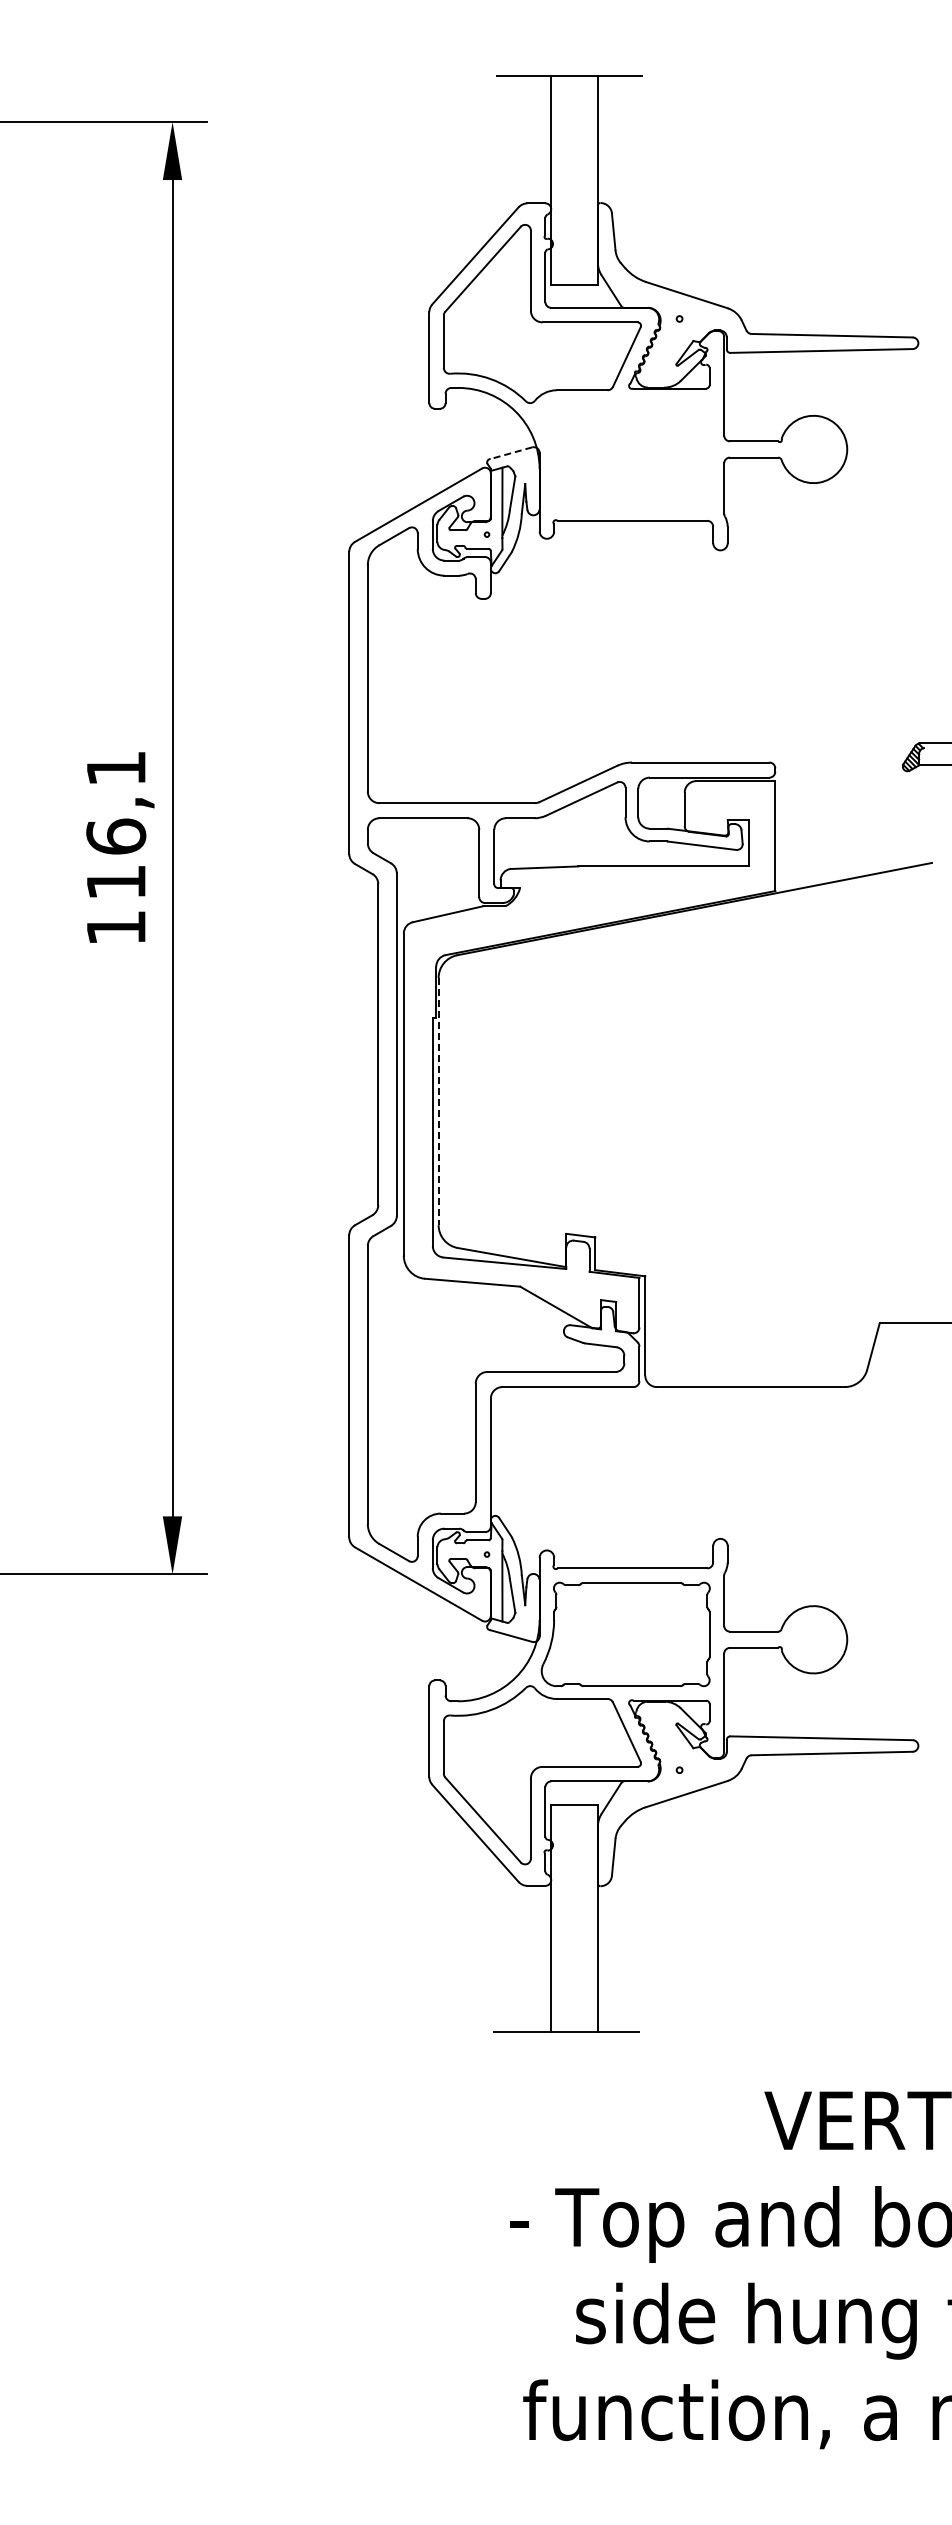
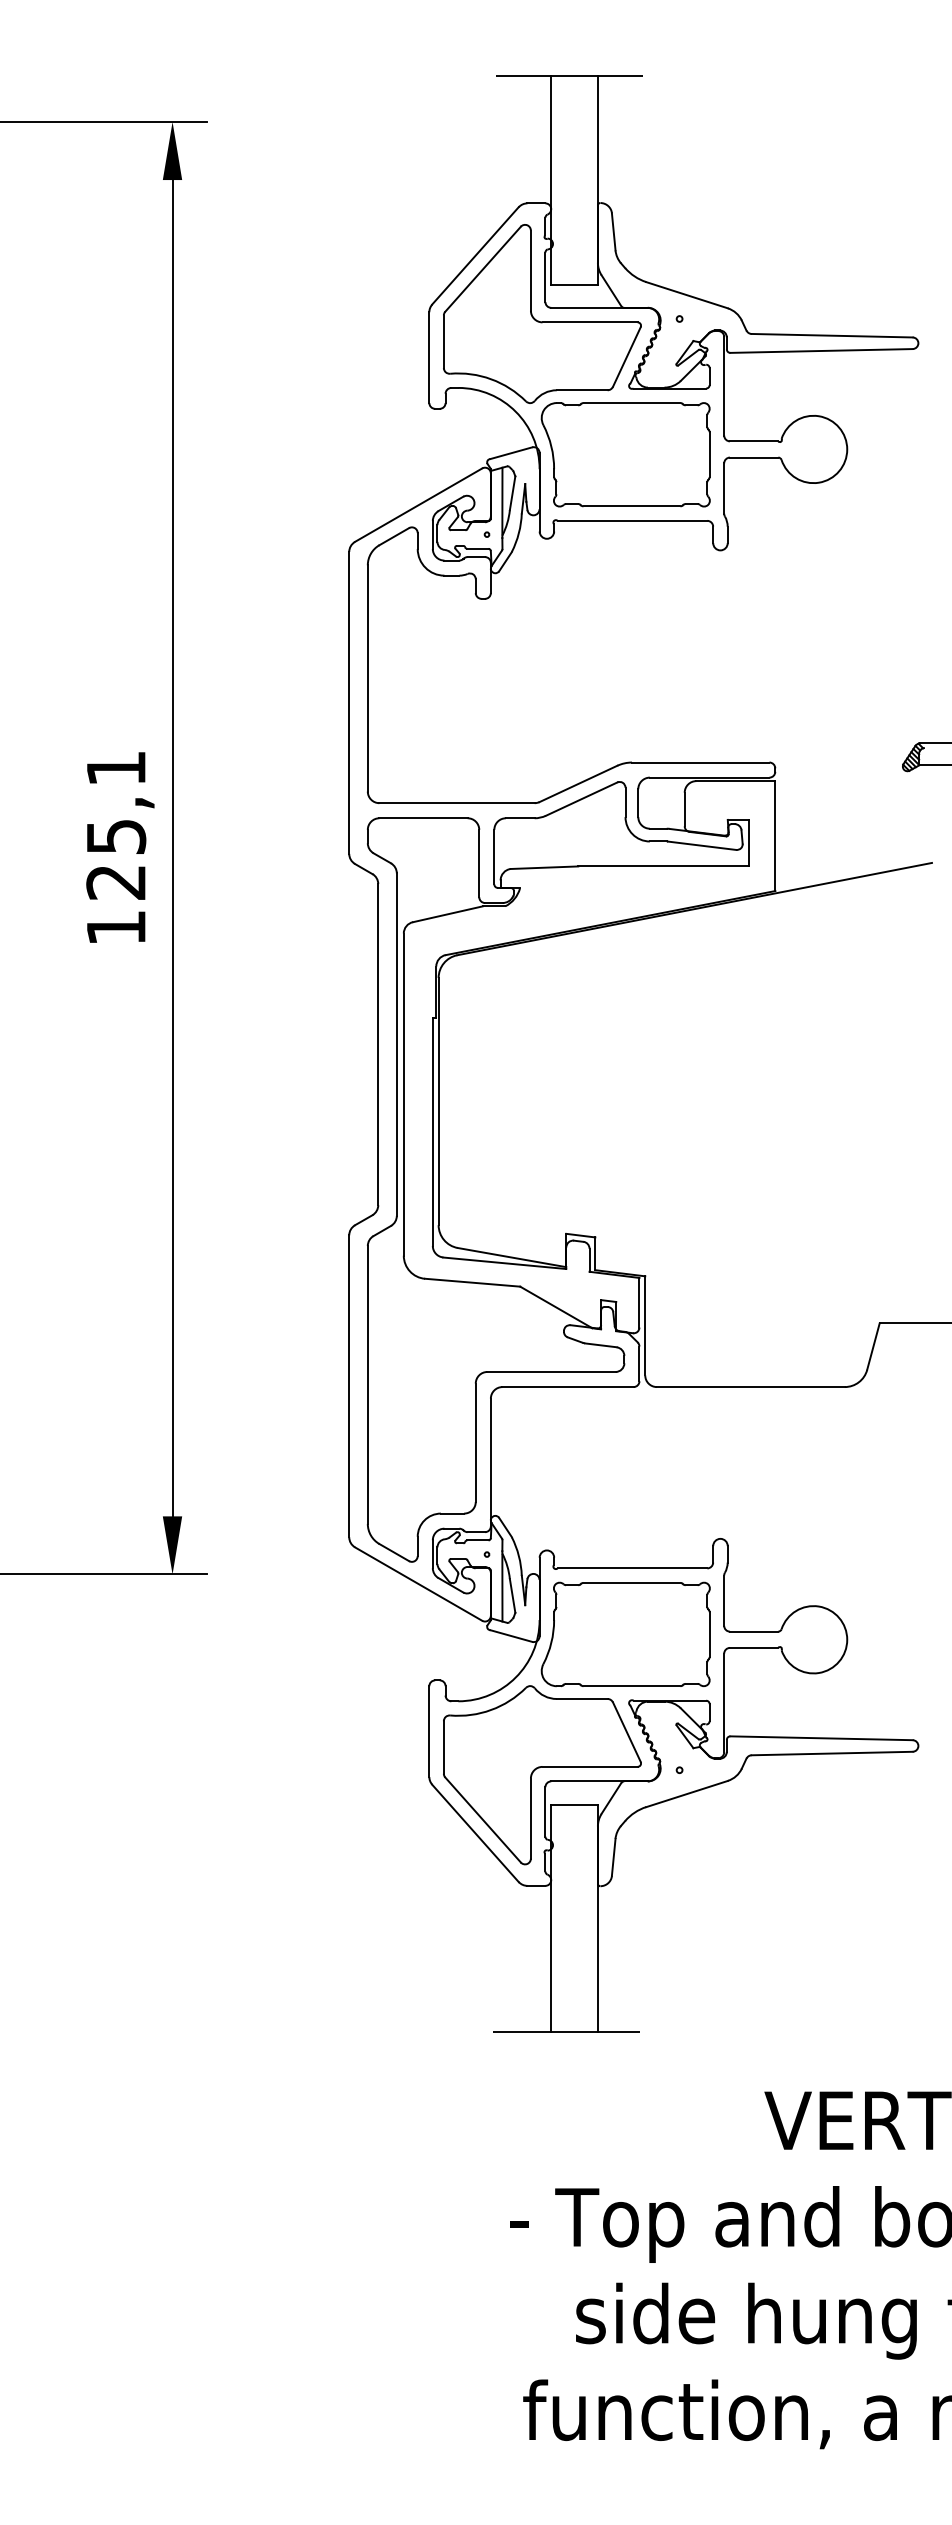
line at (511, 453): dashed -> solid
part at (625, 454): none -> present
text at (116, 858): 116,1 -> 125,1
line at (438, 1101): dashed -> solid
